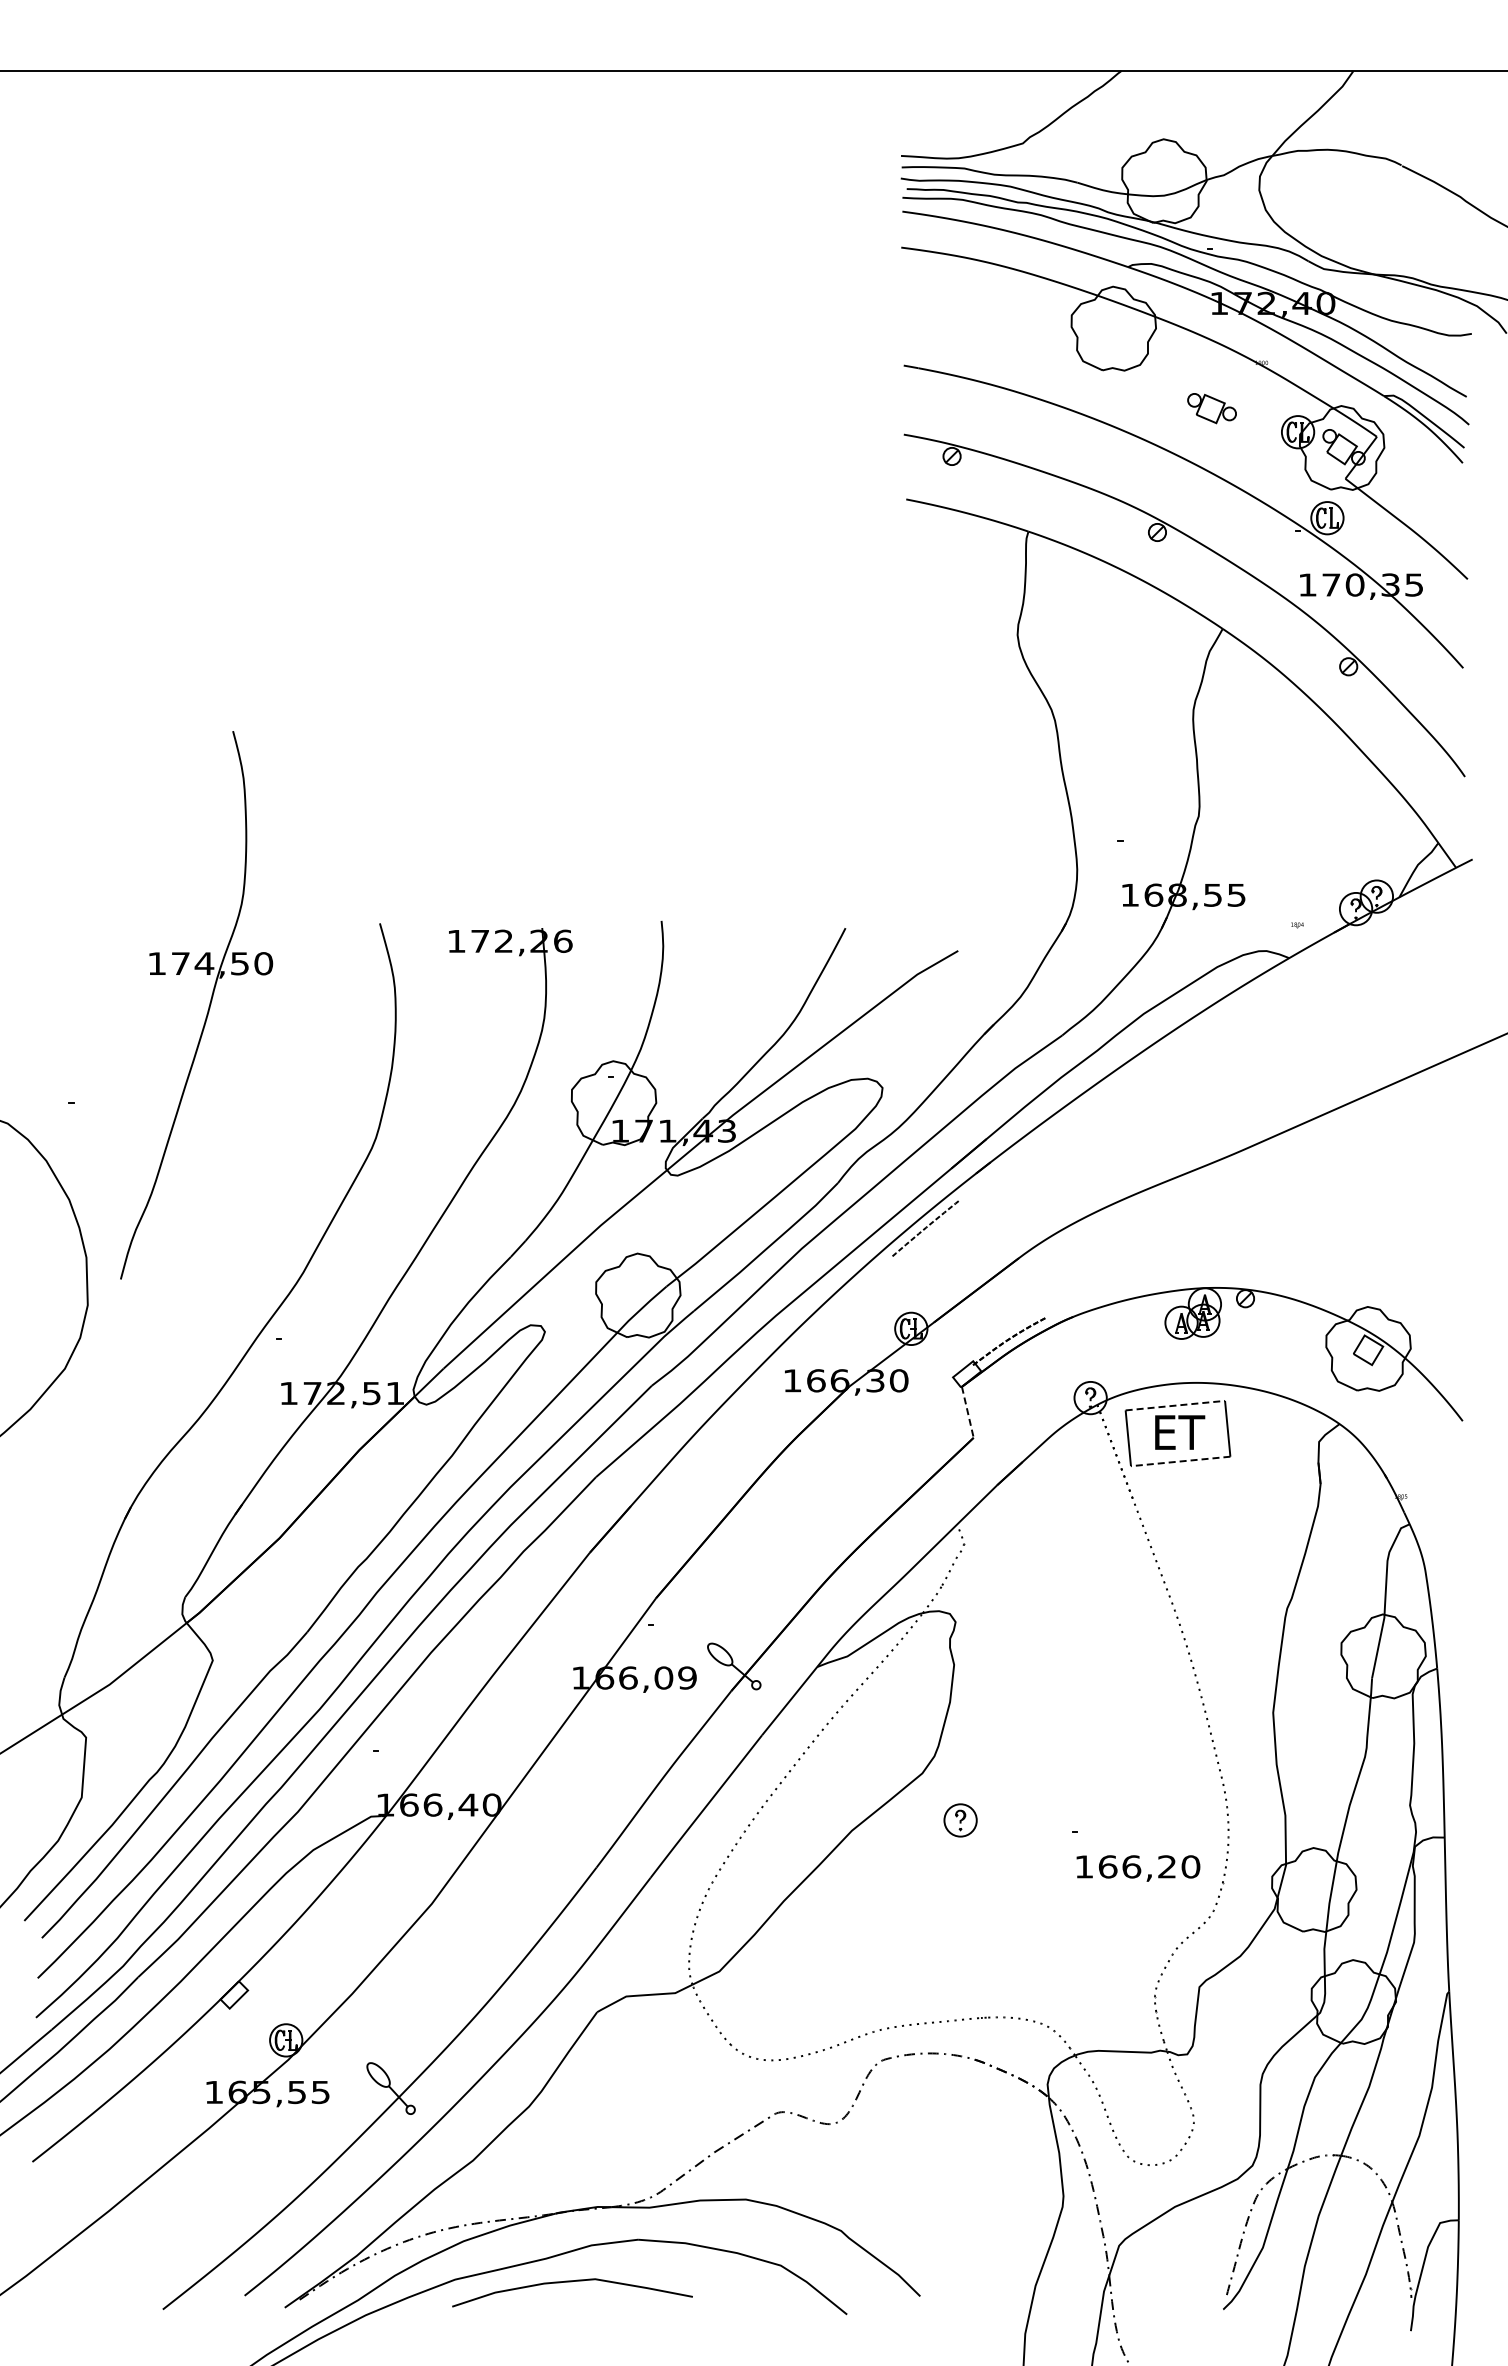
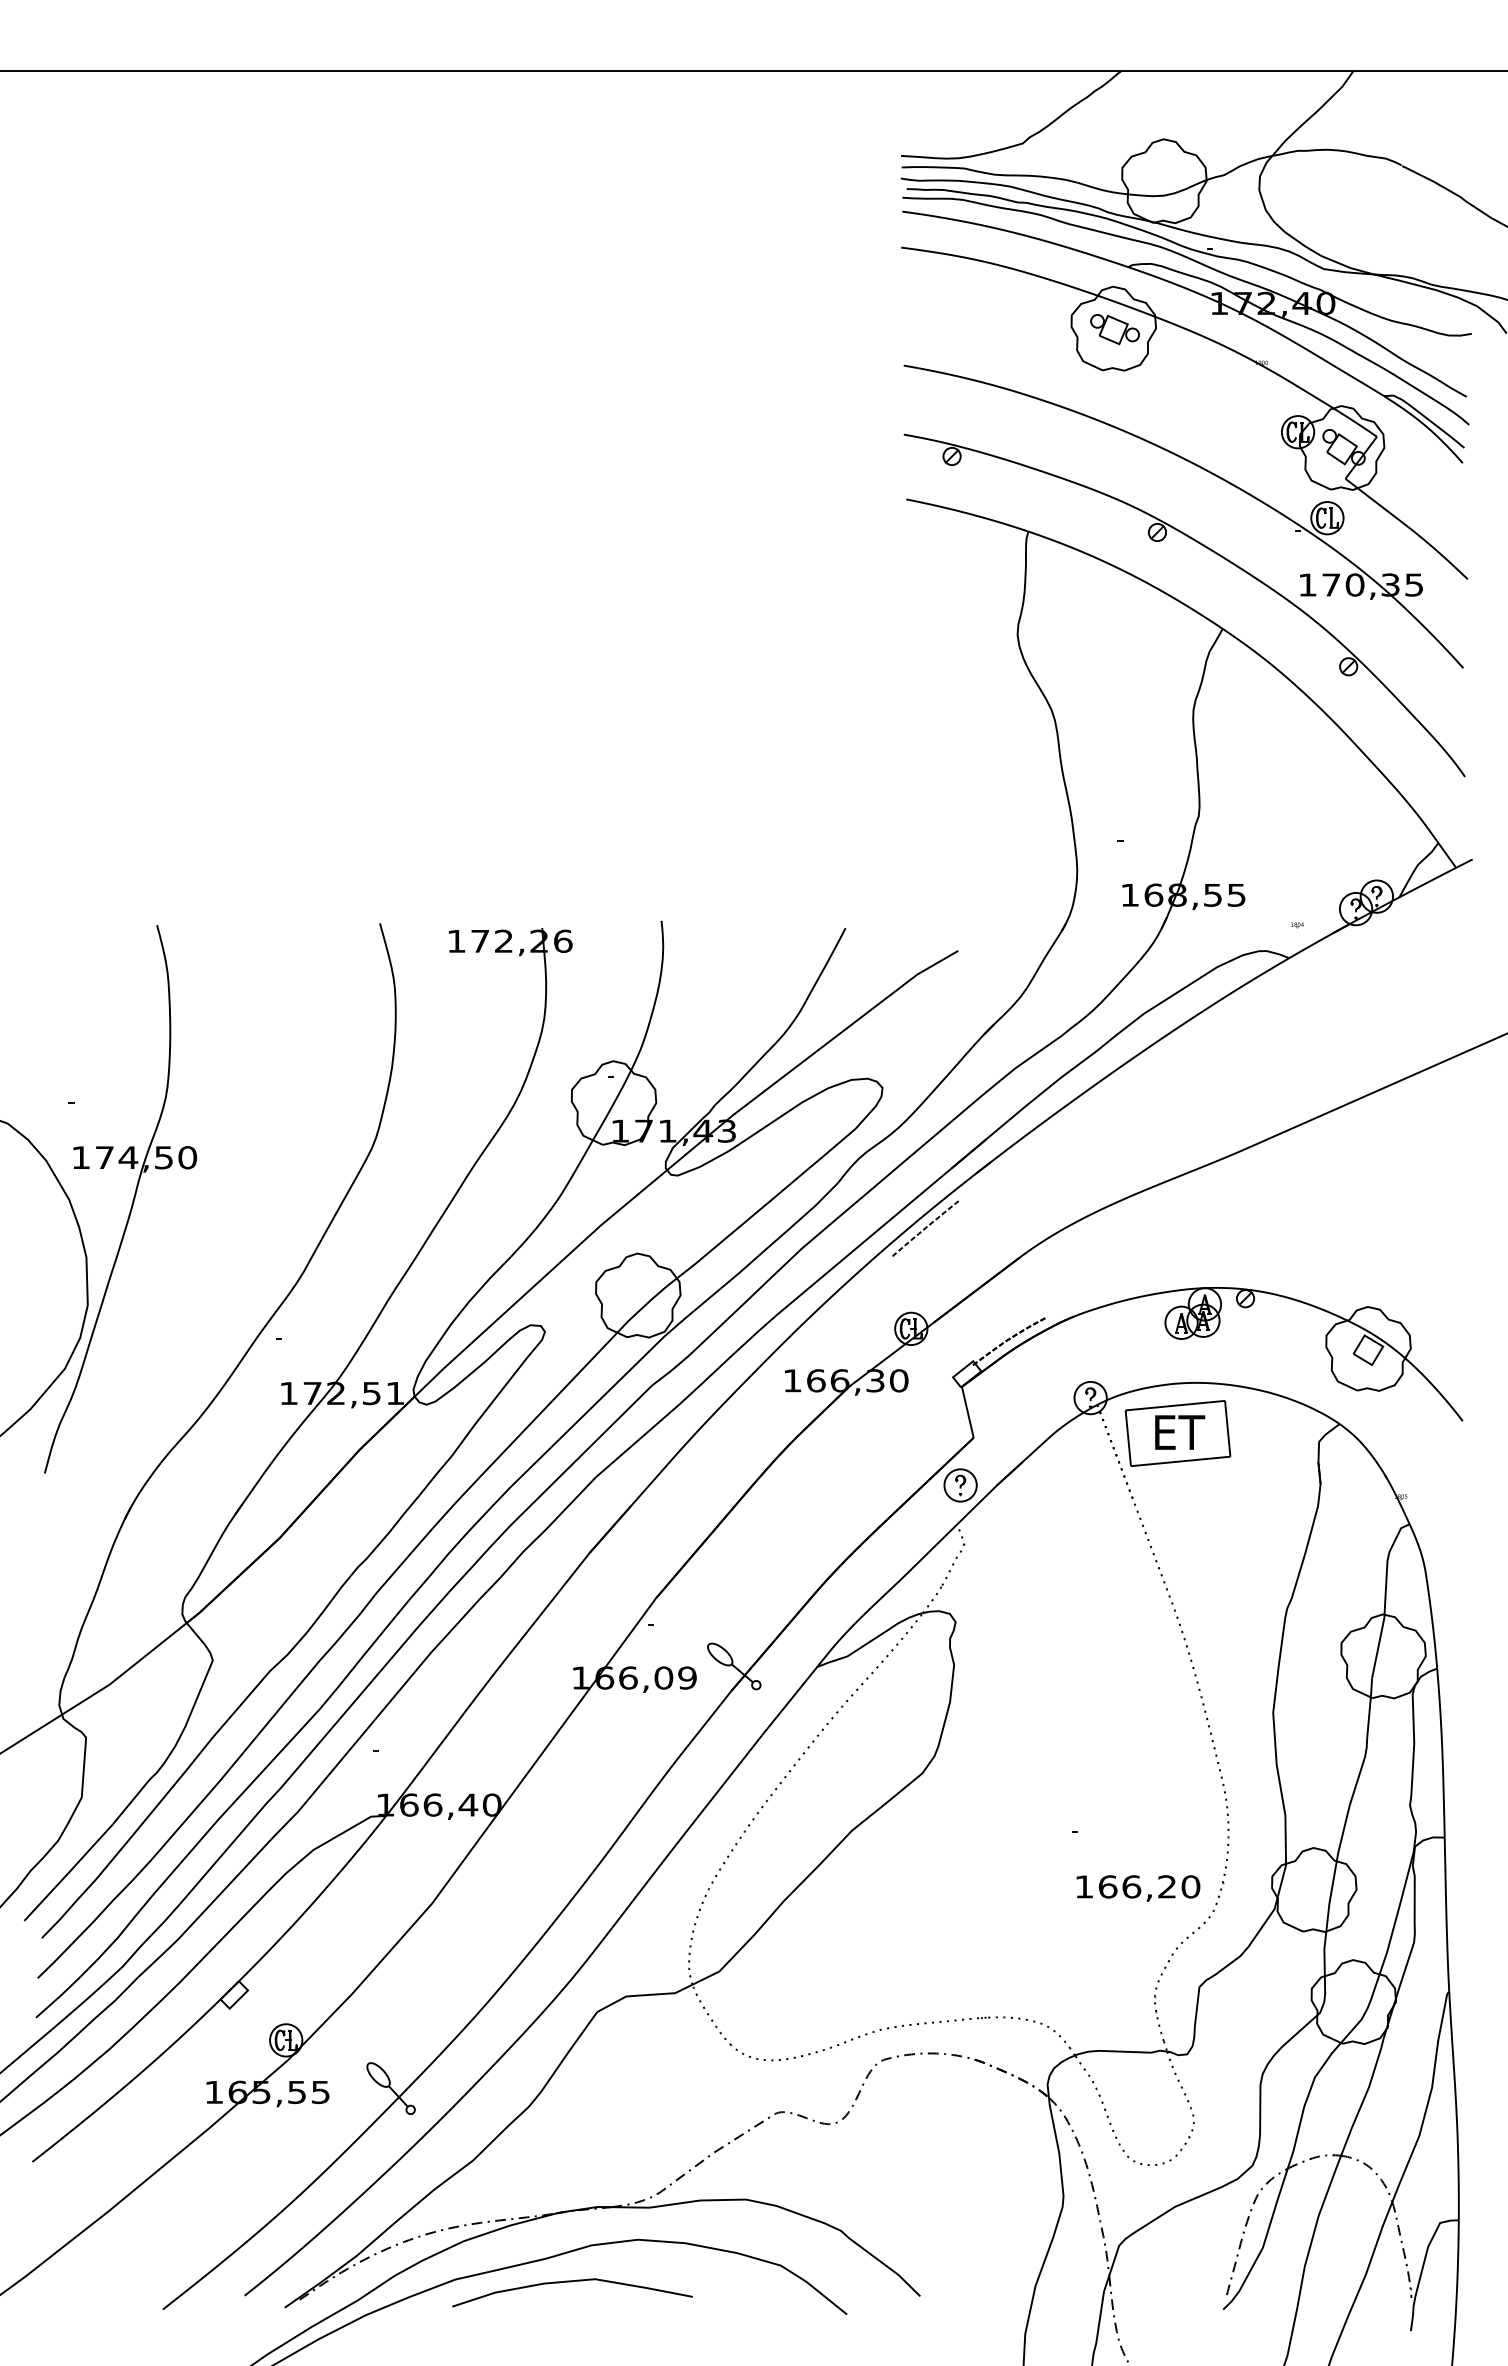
part at (1211, 408) position: (1211, 408) -> (1114, 329)
part at (208, 1006) position: (208, 1006) -> (132, 1200)
line at (1175, 1405): dashed -> solid
line at (967, 1412): dashed -> solid
line at (1180, 1461): dashed -> solid
part at (960, 1820) position: (960, 1820) -> (960, 1485)
text at (1138, 1868) position: (1138, 1868) -> (1138, 1888)
